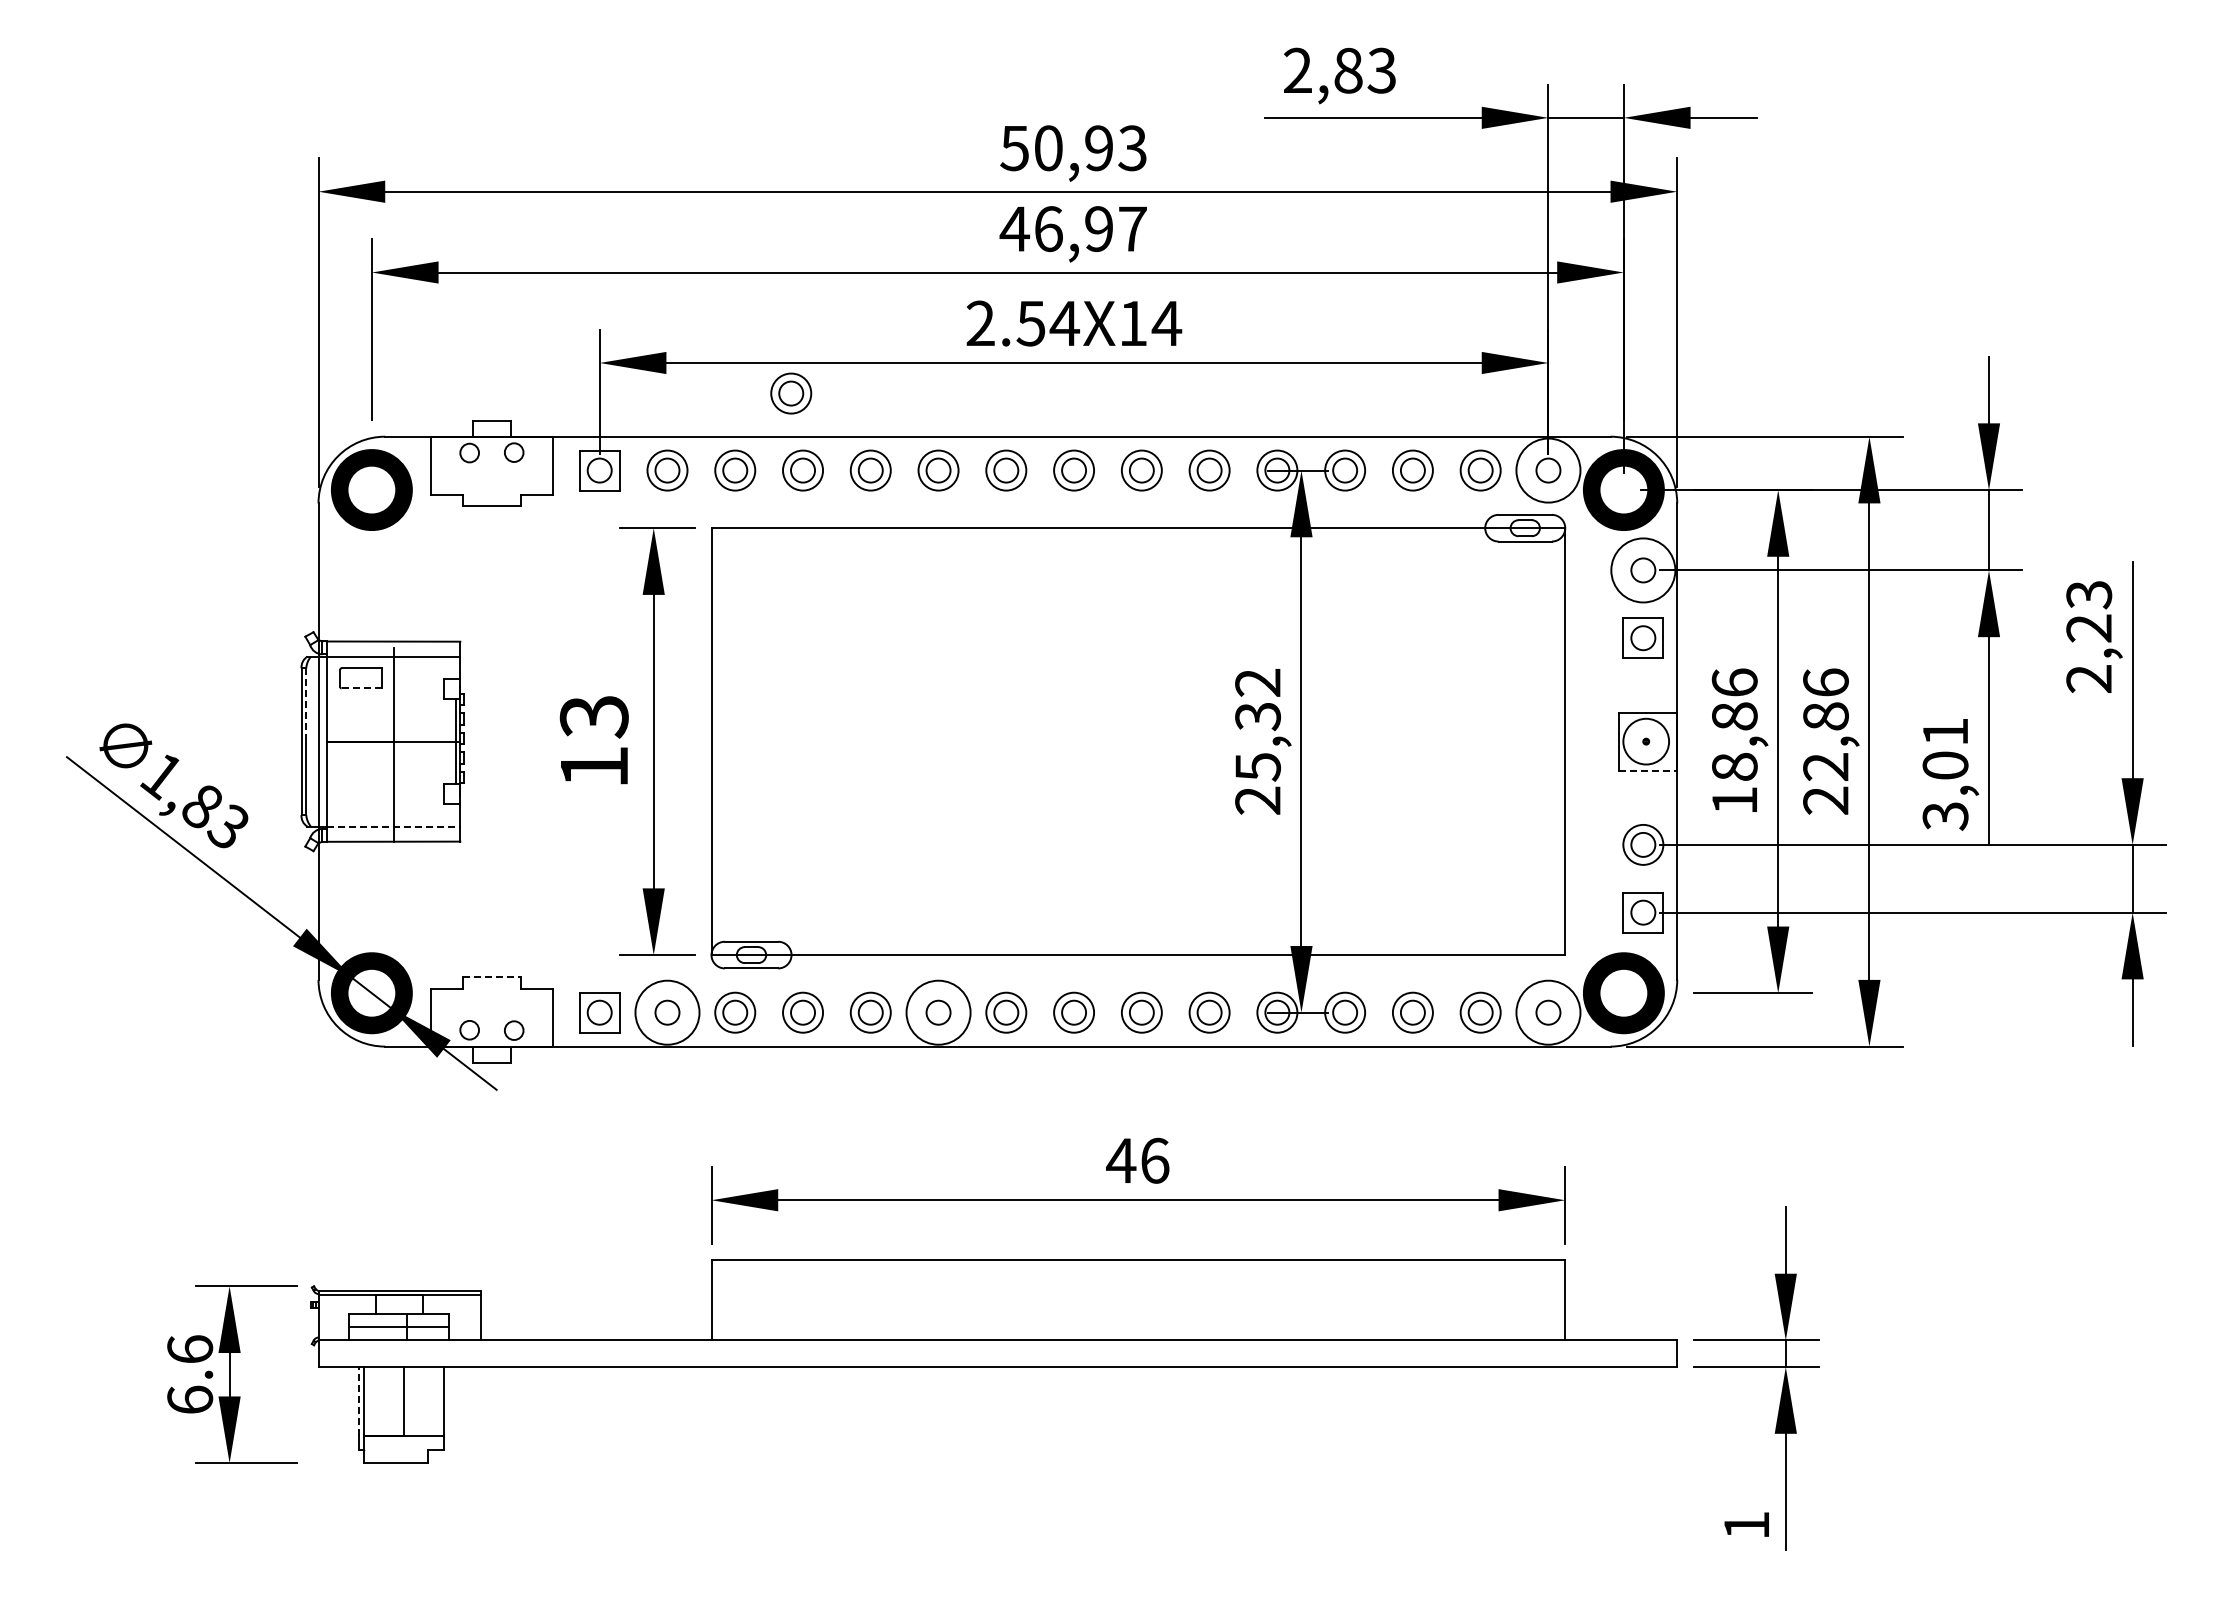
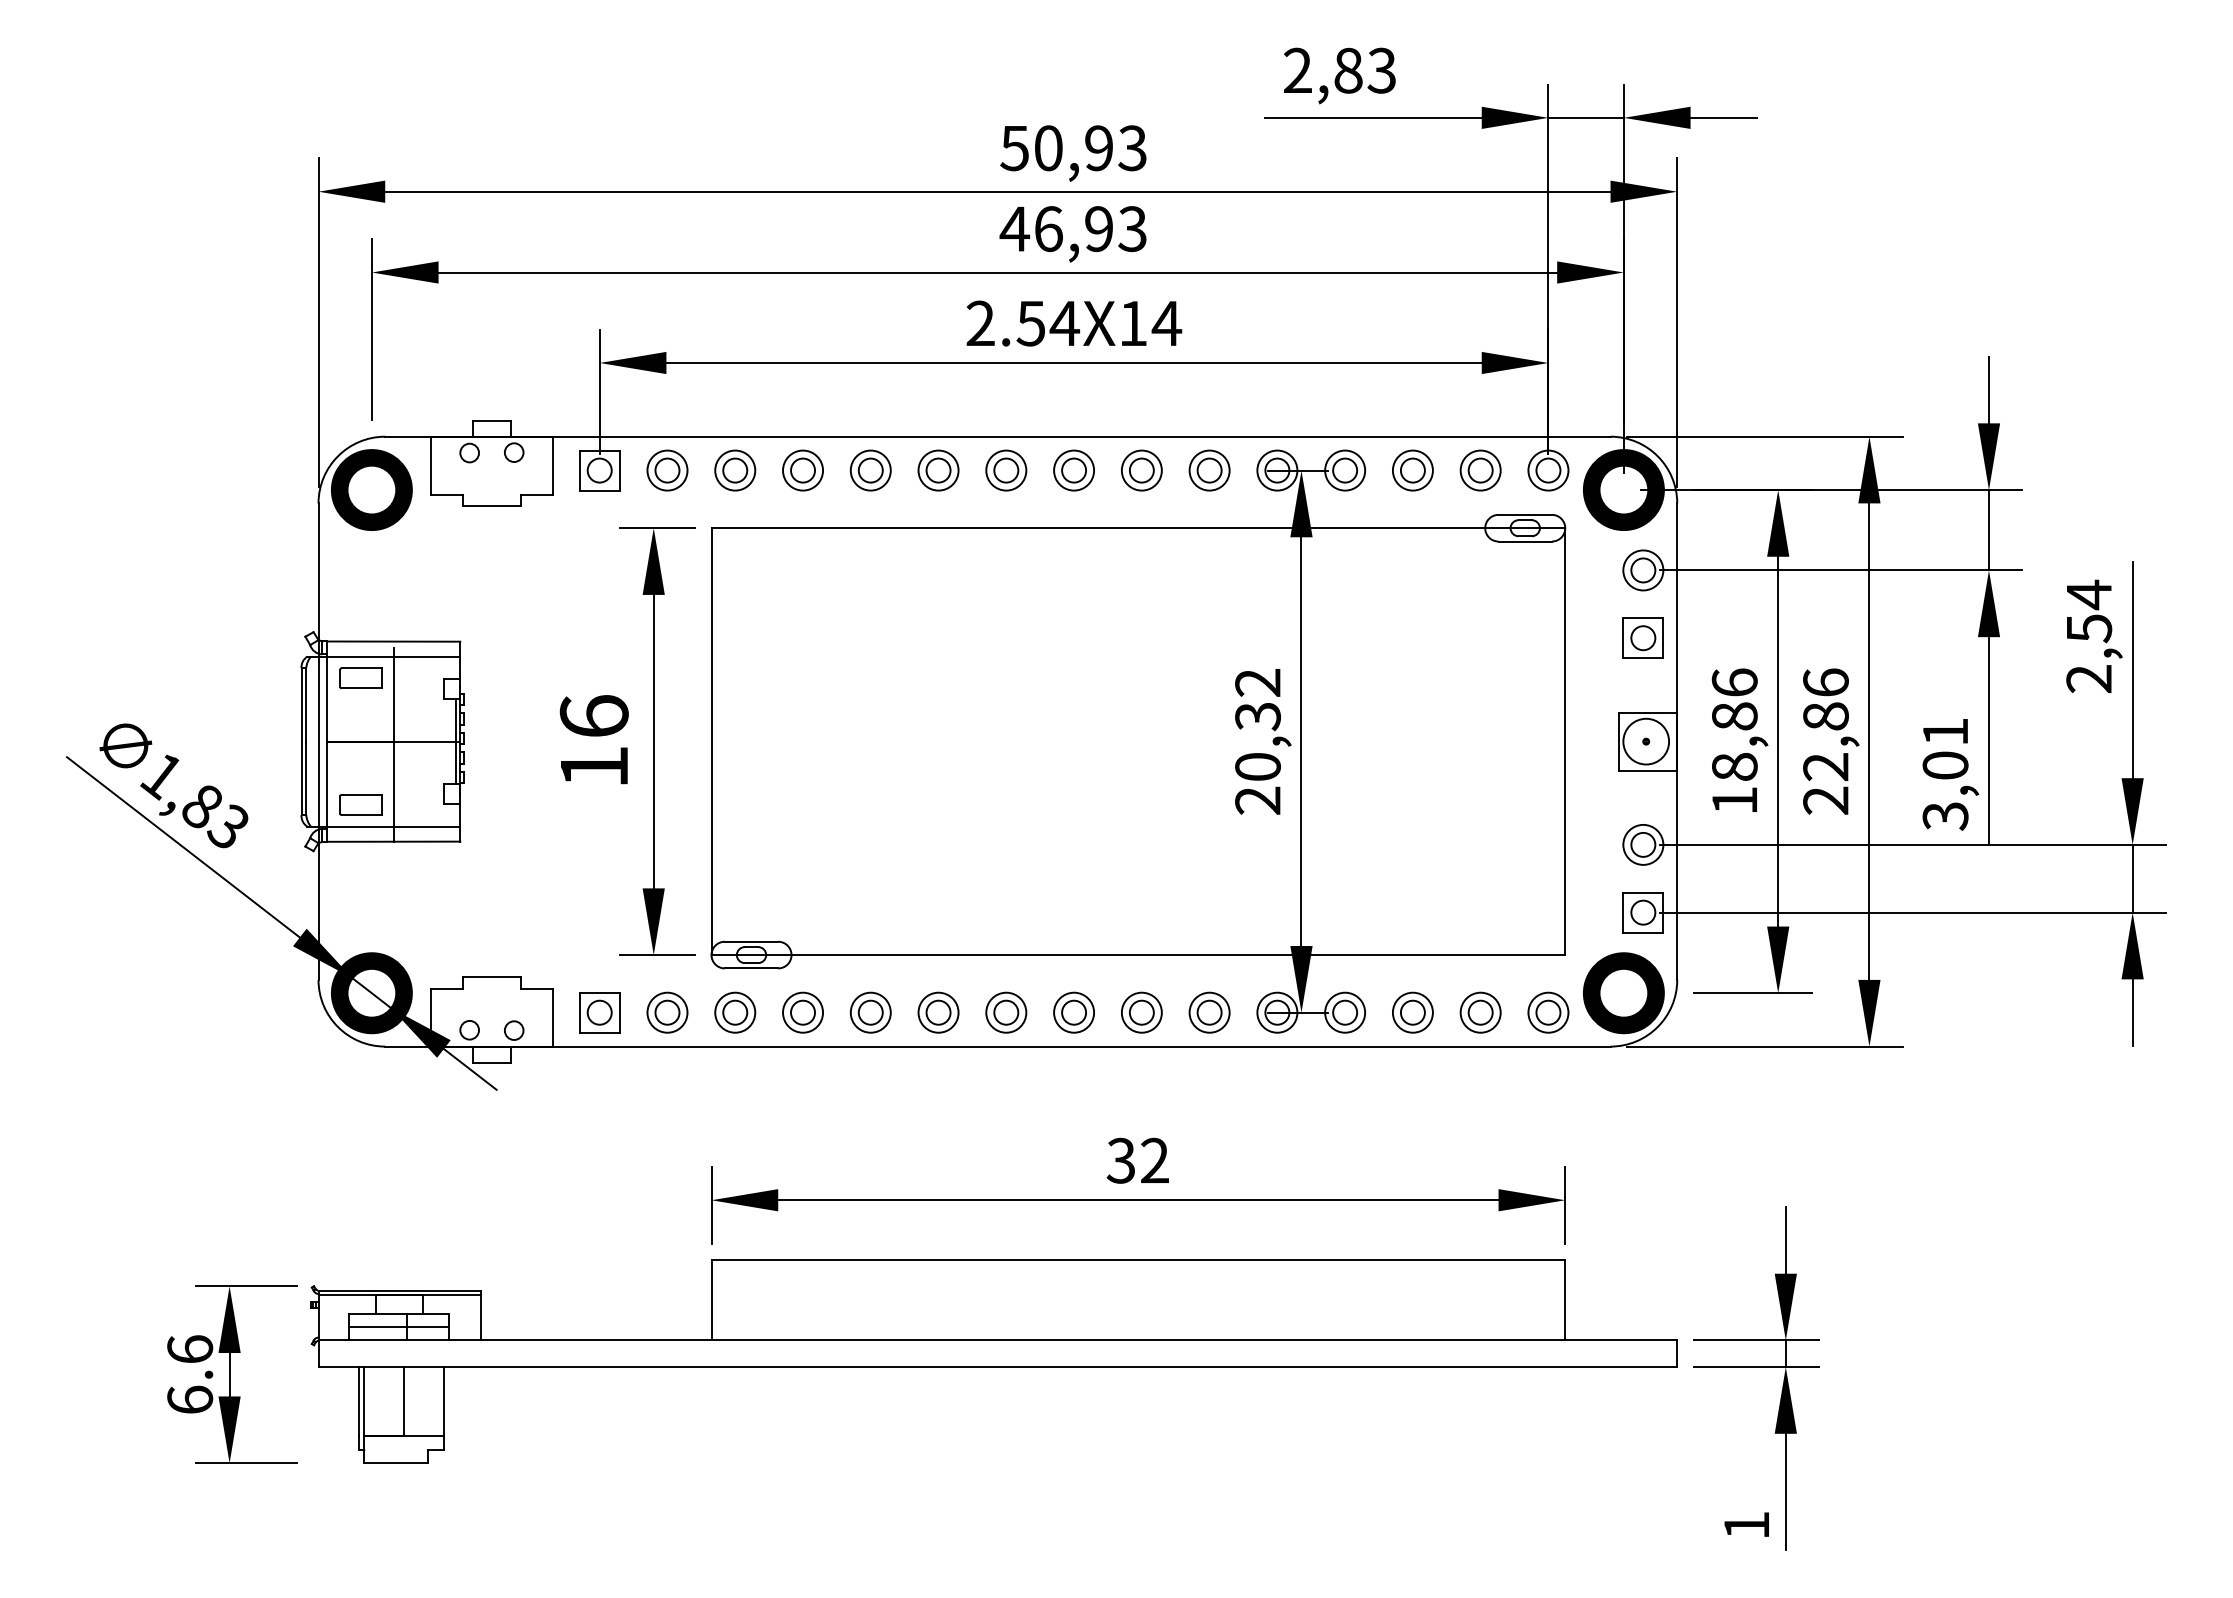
text at (1132, 229): 46,97 -> 46,93
part at (791, 393): present -> none
circle at (1548, 470) diameter: 64 px -> 40 px
circle at (1643, 570) diameter: 64 px -> 40 px
text at (2089, 611): 2,23 -> 2,54
line at (361, 688): dashed -> solid
line at (306, 704): dashed -> solid
text at (593, 716): 13 -> 16
text at (1257, 767): 25,32 -> 20,32
line at (1648, 770): dashed -> solid
part at (360, 804): none -> present
line at (393, 826): dashed -> solid
line at (492, 977): dashed -> solid
circle at (667, 1012) diameter: 64 px -> 40 px
circle at (938, 1012) diameter: 64 px -> 40 px
circle at (1548, 1012) diameter: 64 px -> 40 px
text at (1137, 1160): 46 -> 32
line at (359, 1401): dashed -> solid
